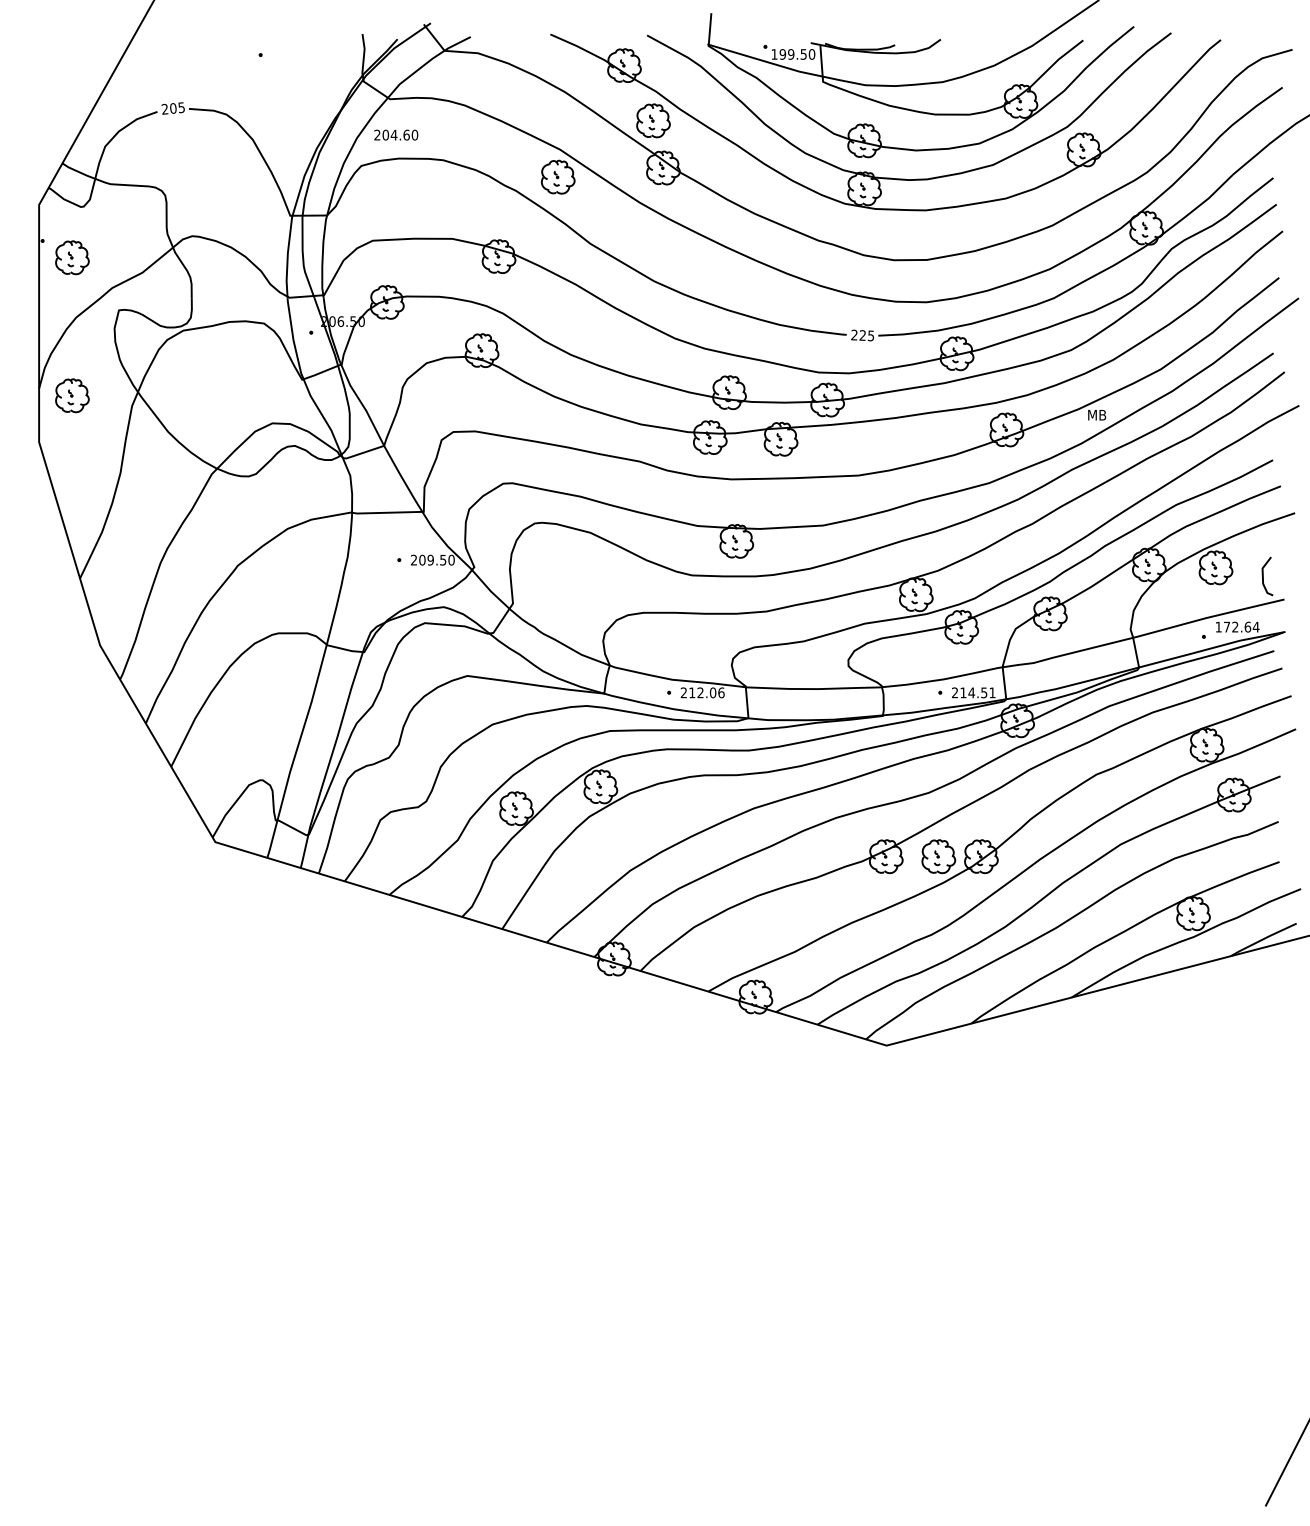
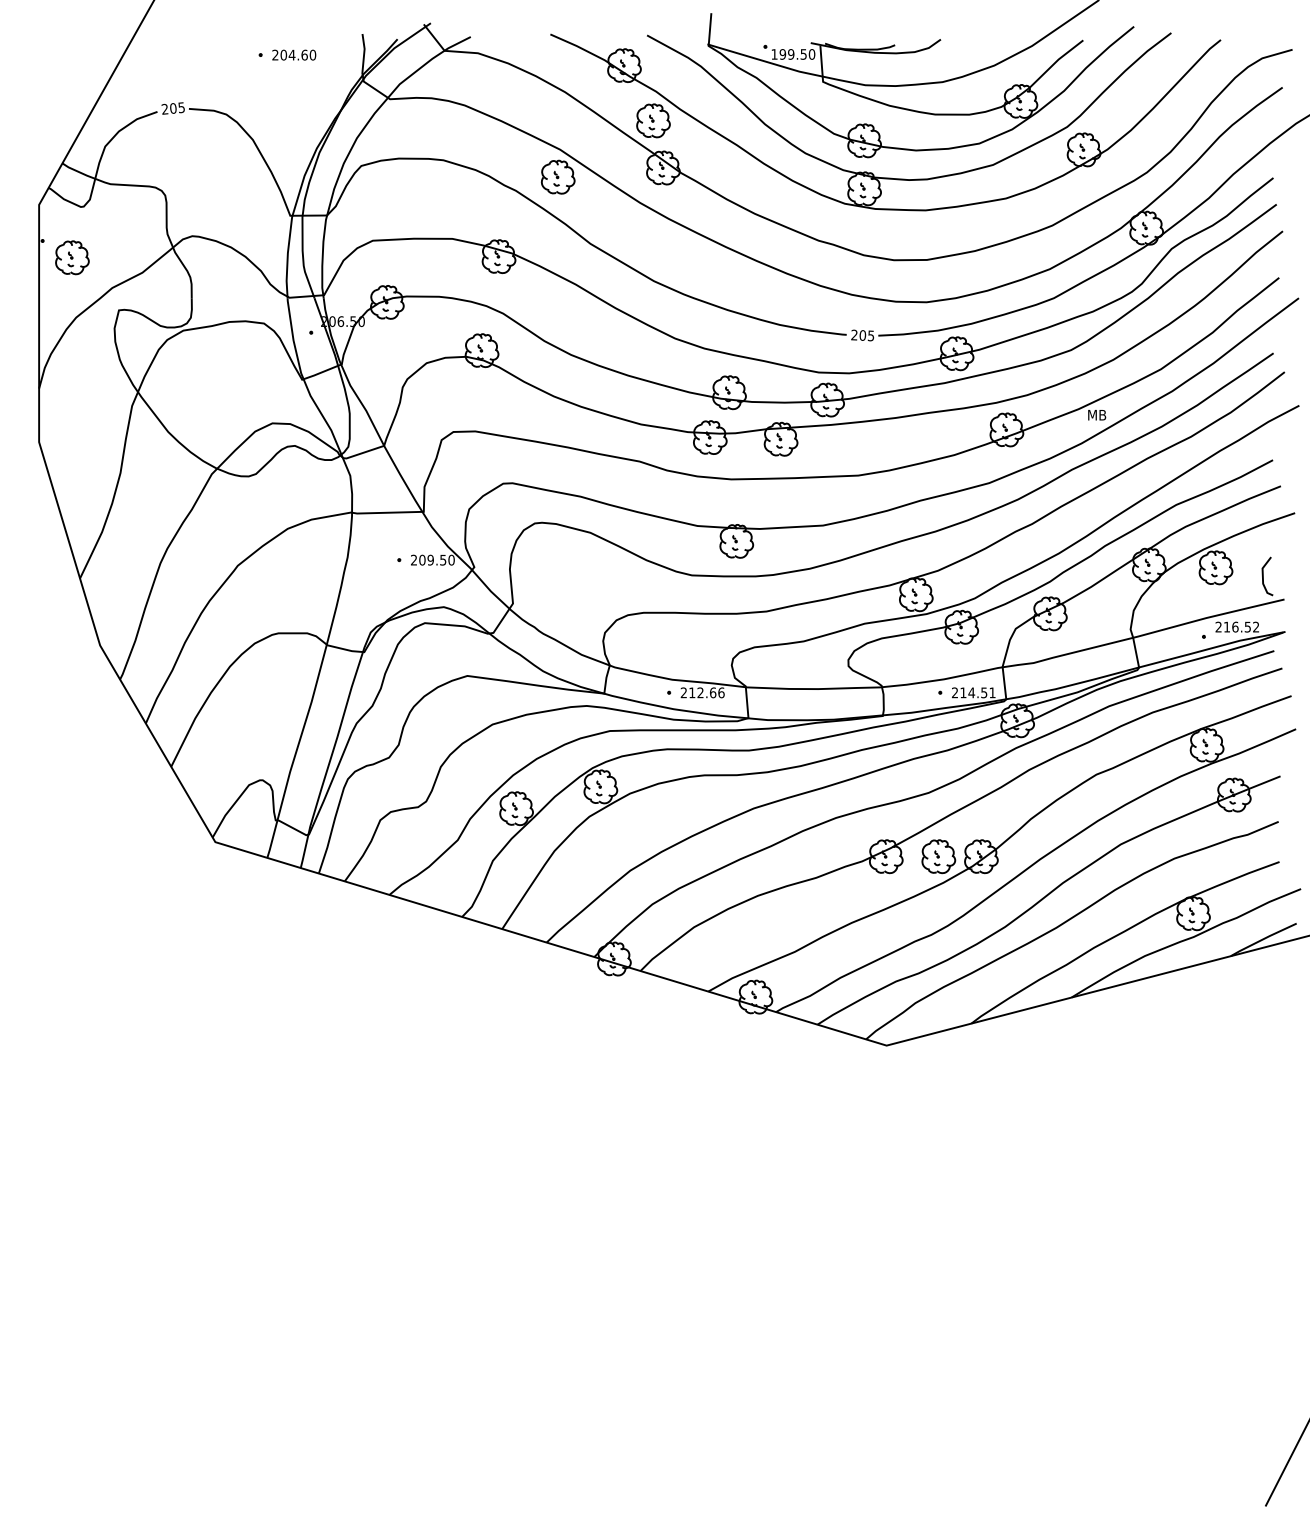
text at (396, 134) position: (396, 134) -> (294, 54)
text at (862, 335): 225 -> 205
part at (72, 395): present -> none
text at (1237, 626): 172.64 -> 216.52
text at (713, 692): 212.06 -> 212.66
